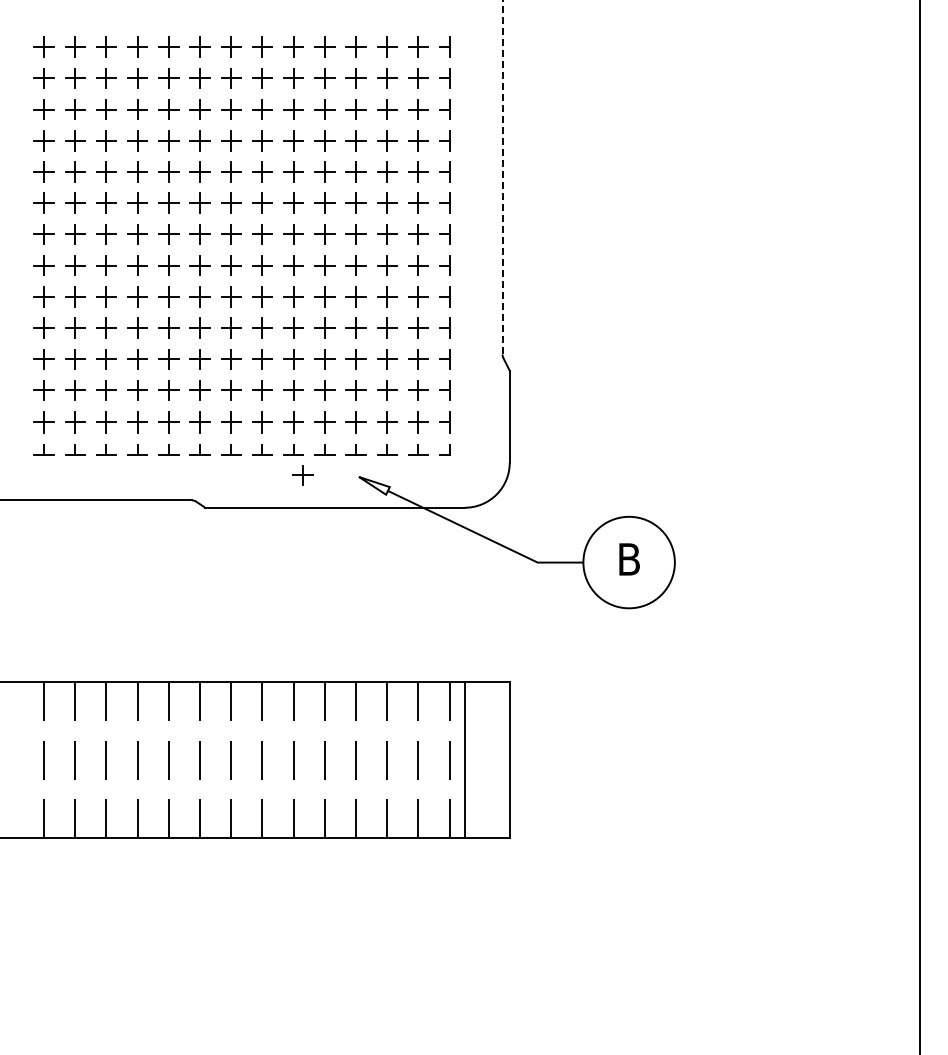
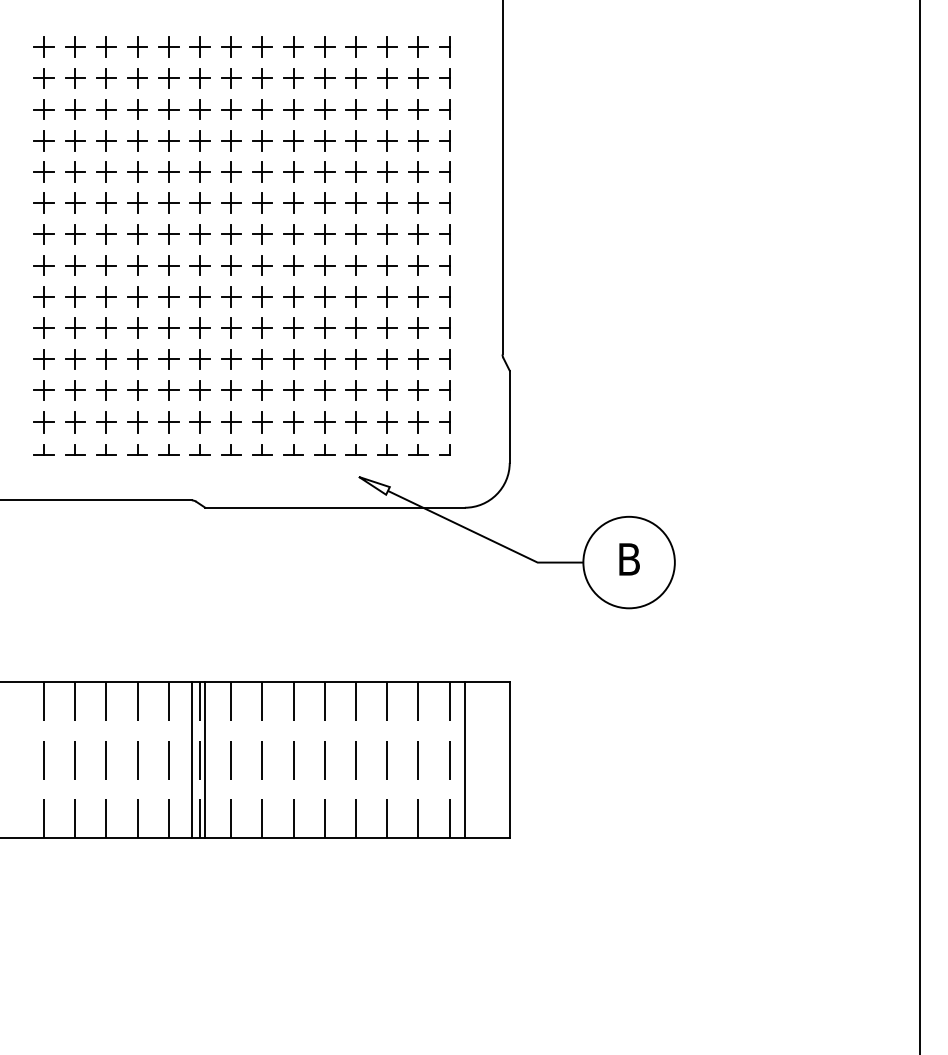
line at (502, 177): dashed -> solid
part at (302, 475): present -> none
line at (191, 760): none -> present
line at (205, 760): none -> present
